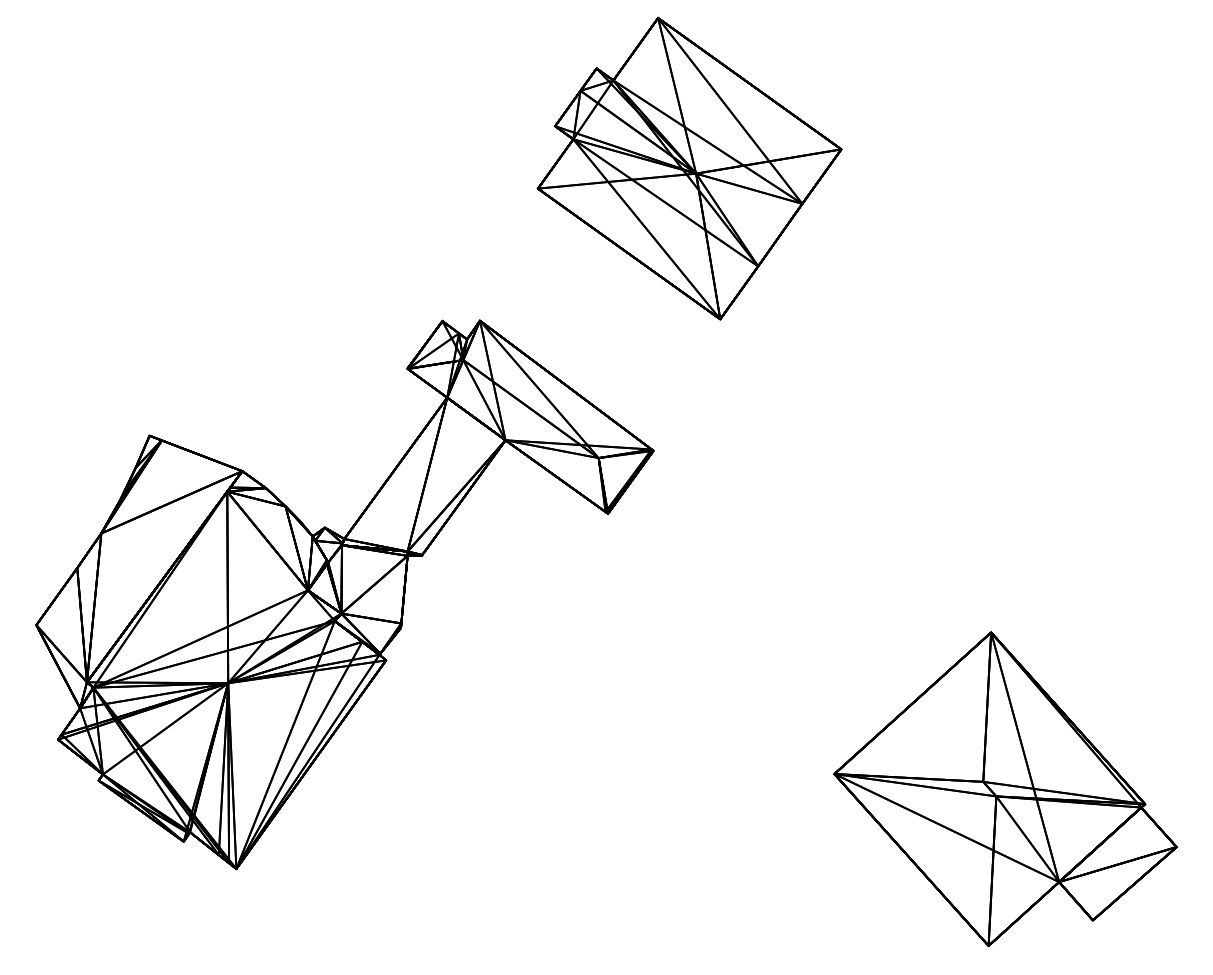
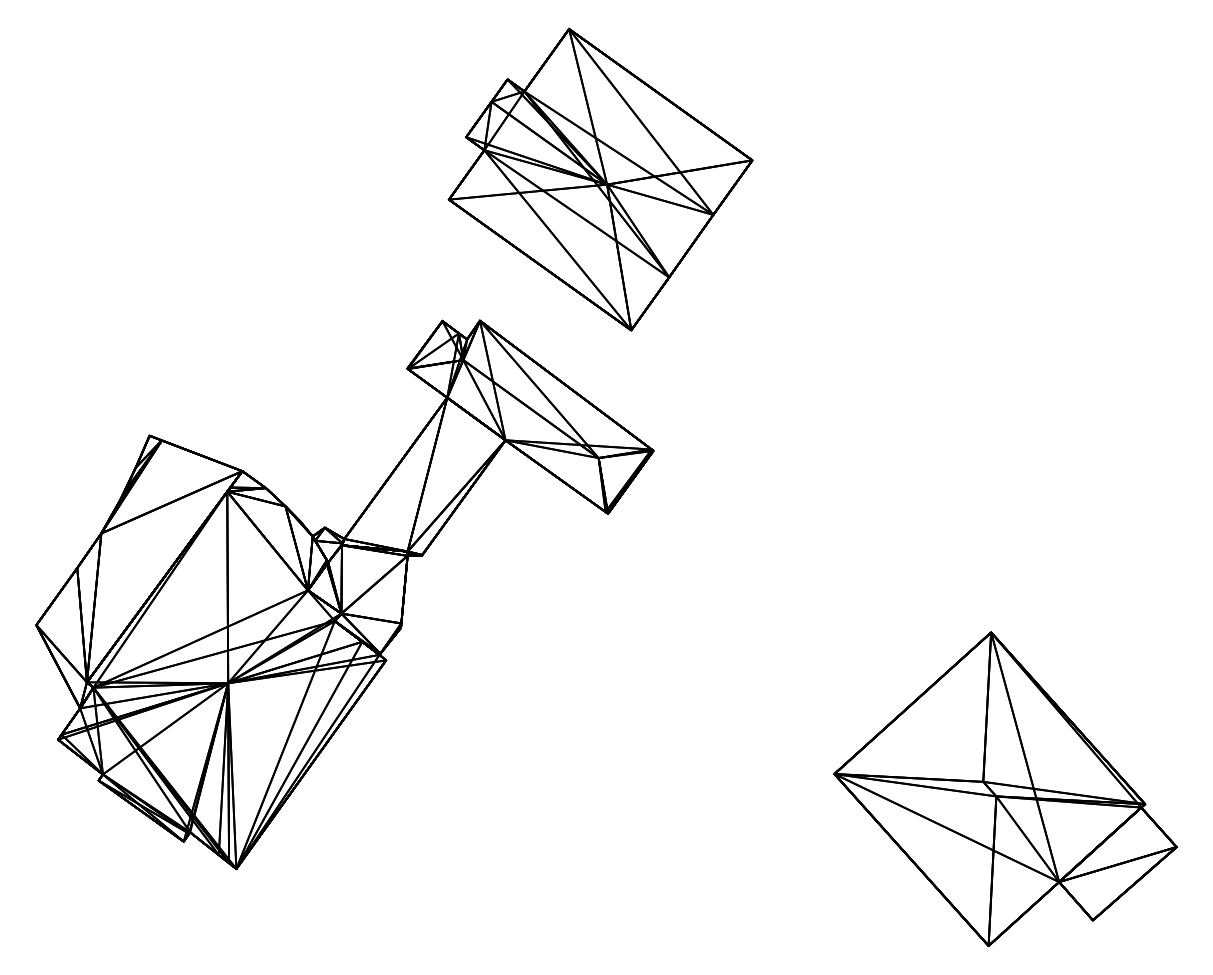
part at (689, 168) position: (689, 168) -> (600, 179)
